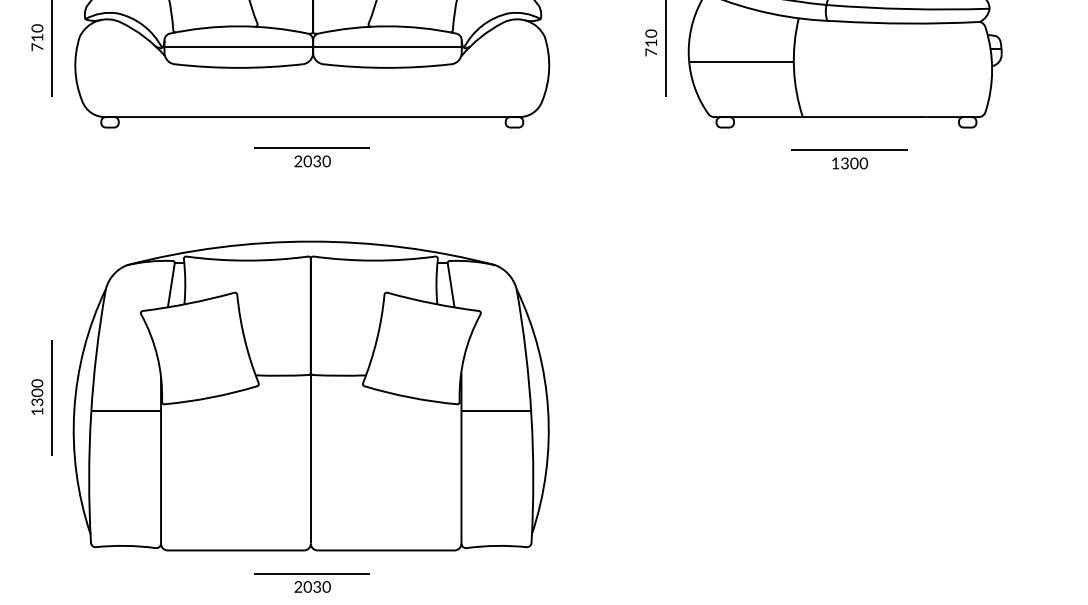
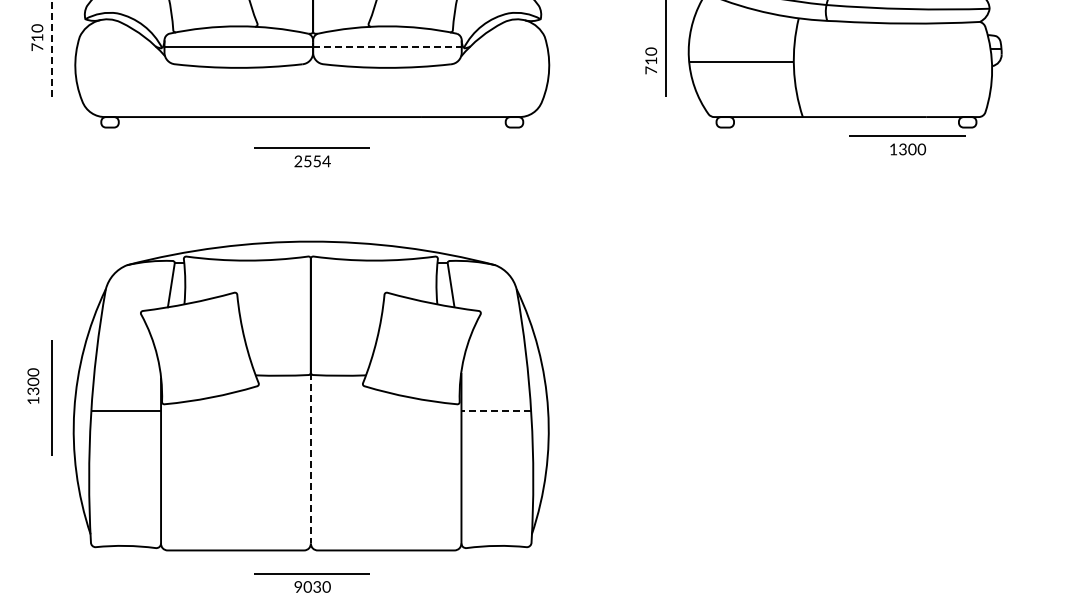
text at (651, 42) position: (651, 42) -> (651, 60)
line at (387, 46): solid -> dashed
line at (52, 48): solid -> dashed
part at (849, 159) position: (849, 159) -> (907, 145)
text at (316, 161): 2030 -> 2554
text at (37, 396) position: (37, 396) -> (33, 385)
line at (496, 411): solid -> dashed
line at (310, 458): solid -> dashed
text at (298, 587): 2030 -> 9030
